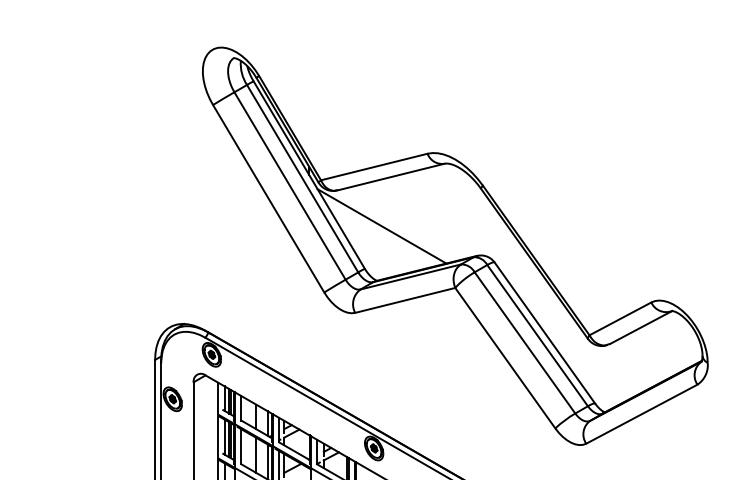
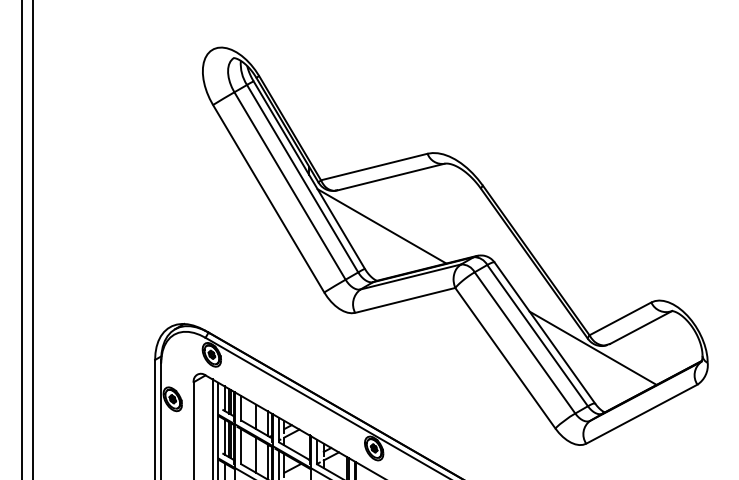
line at (22, 239): none -> present
line at (32, 239): none -> present
line at (592, 347): none -> present
line at (212, 427): none -> present
